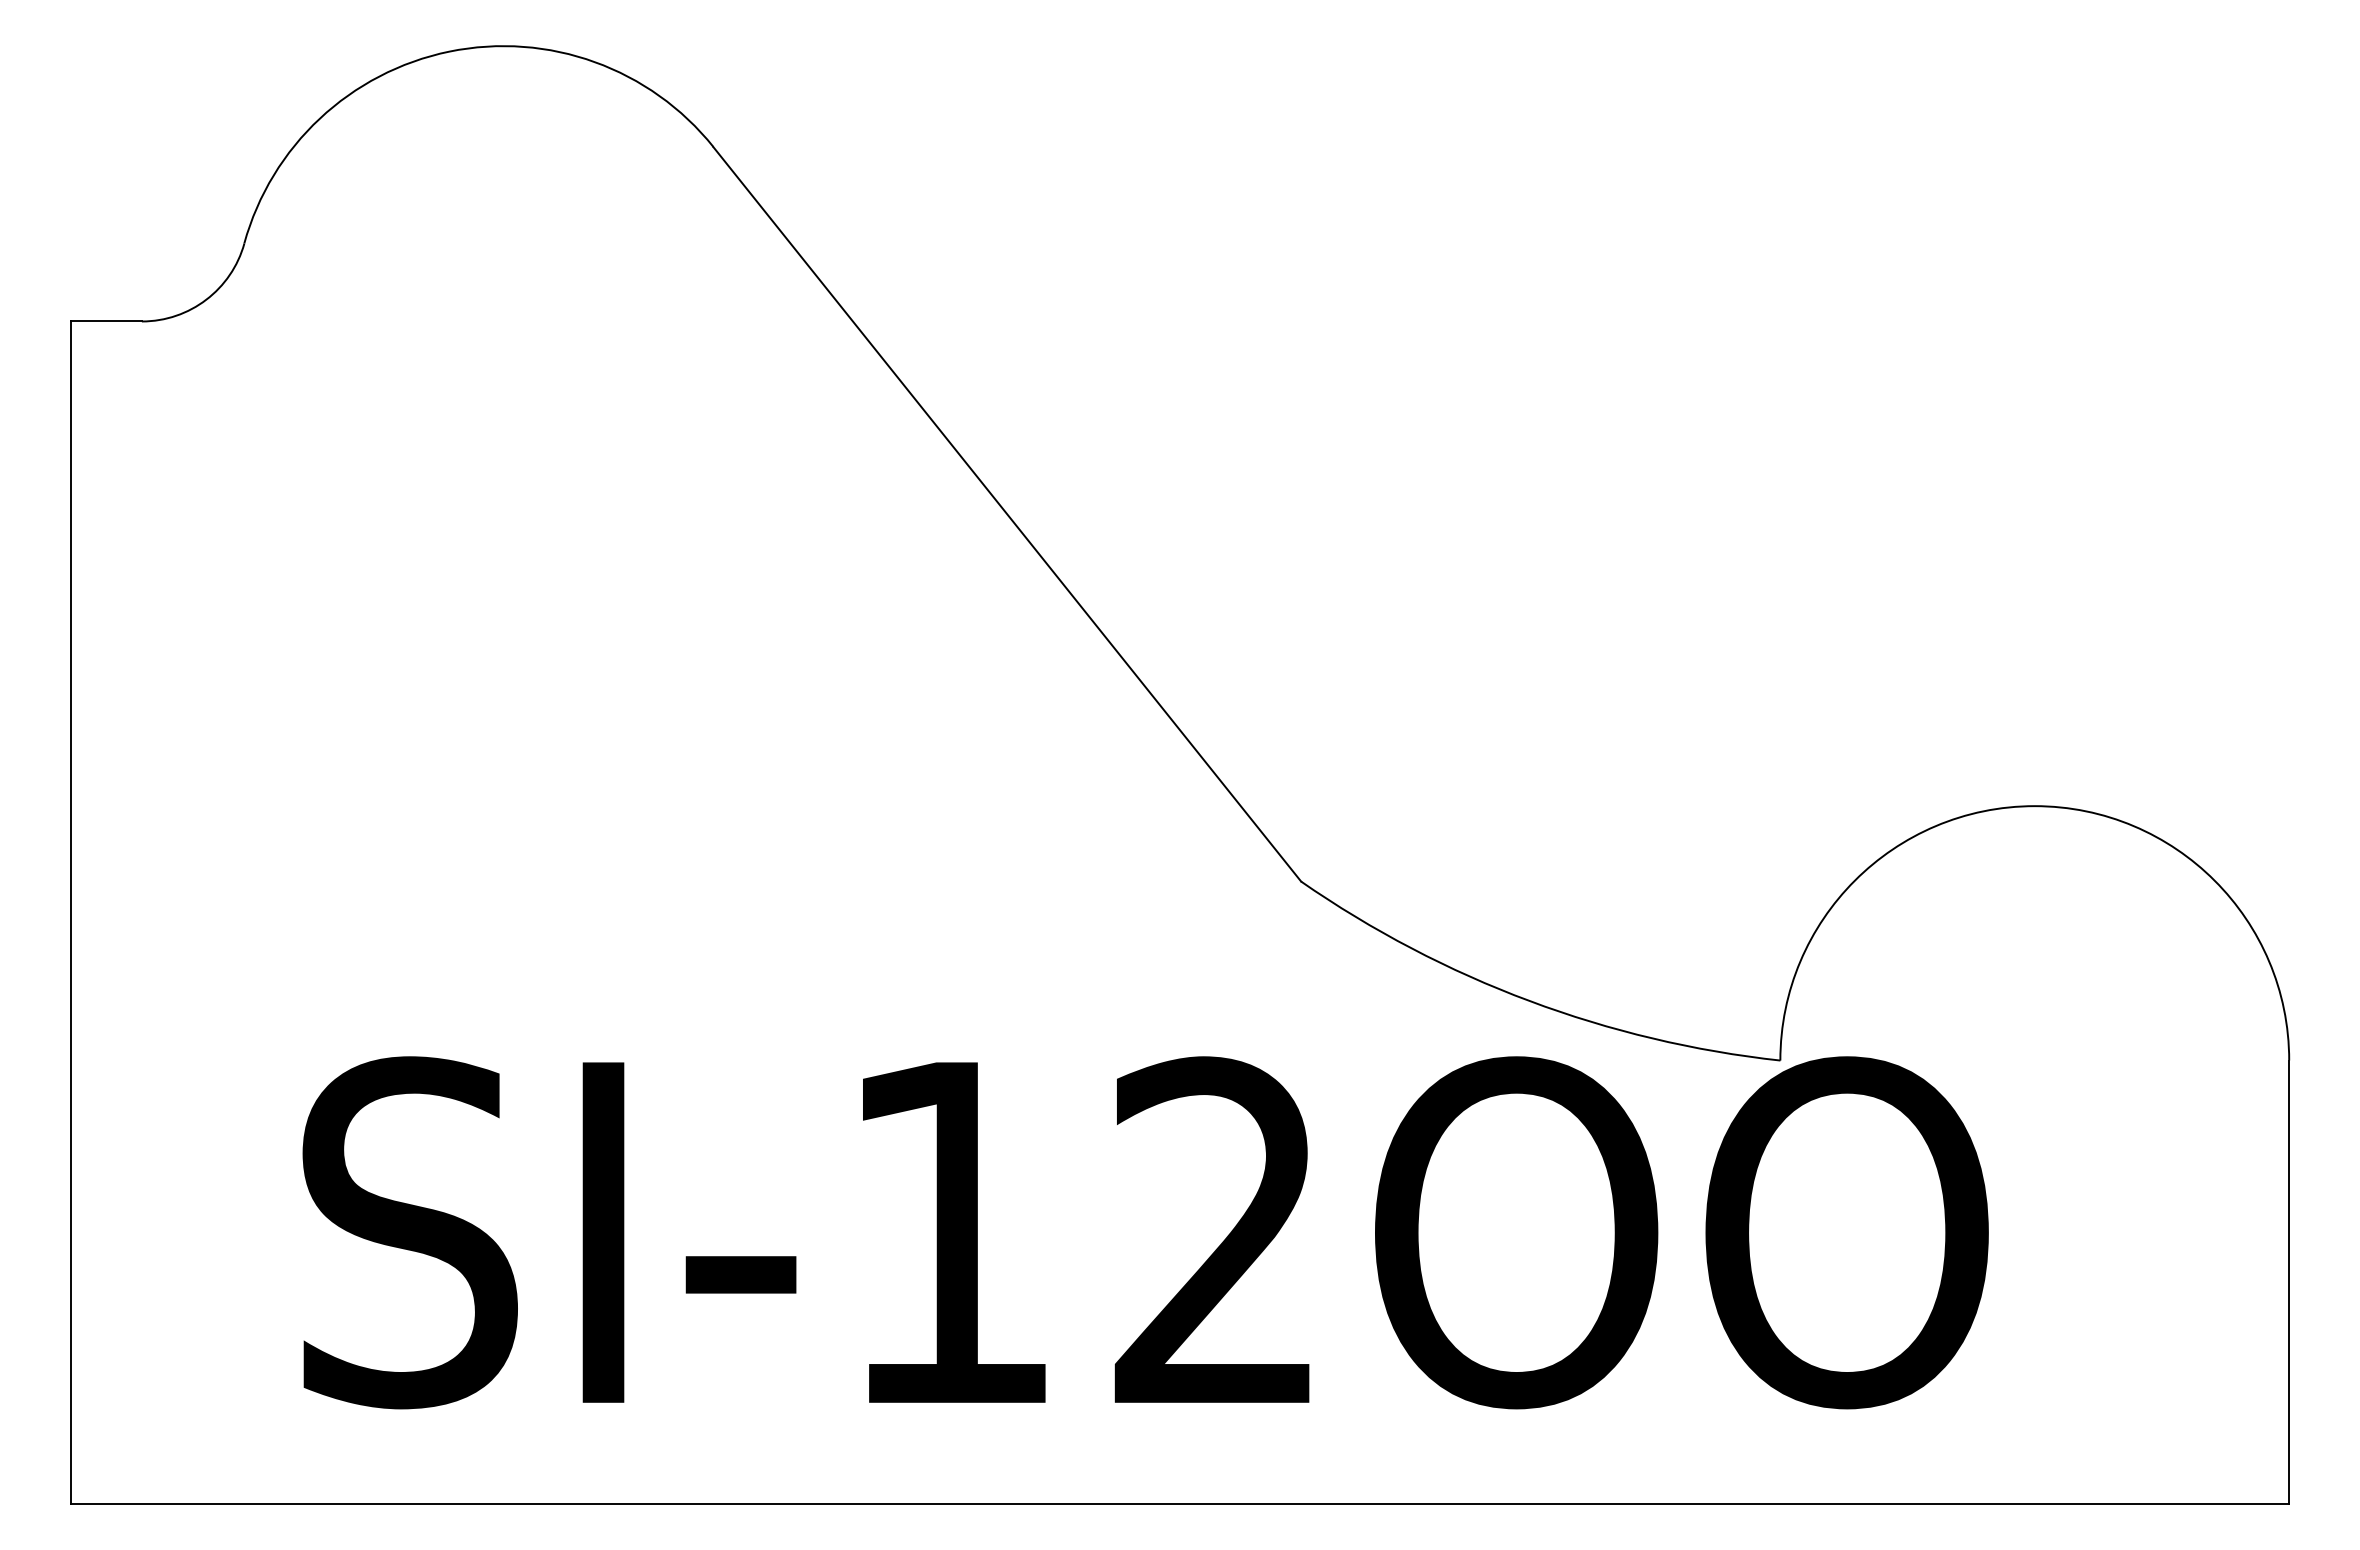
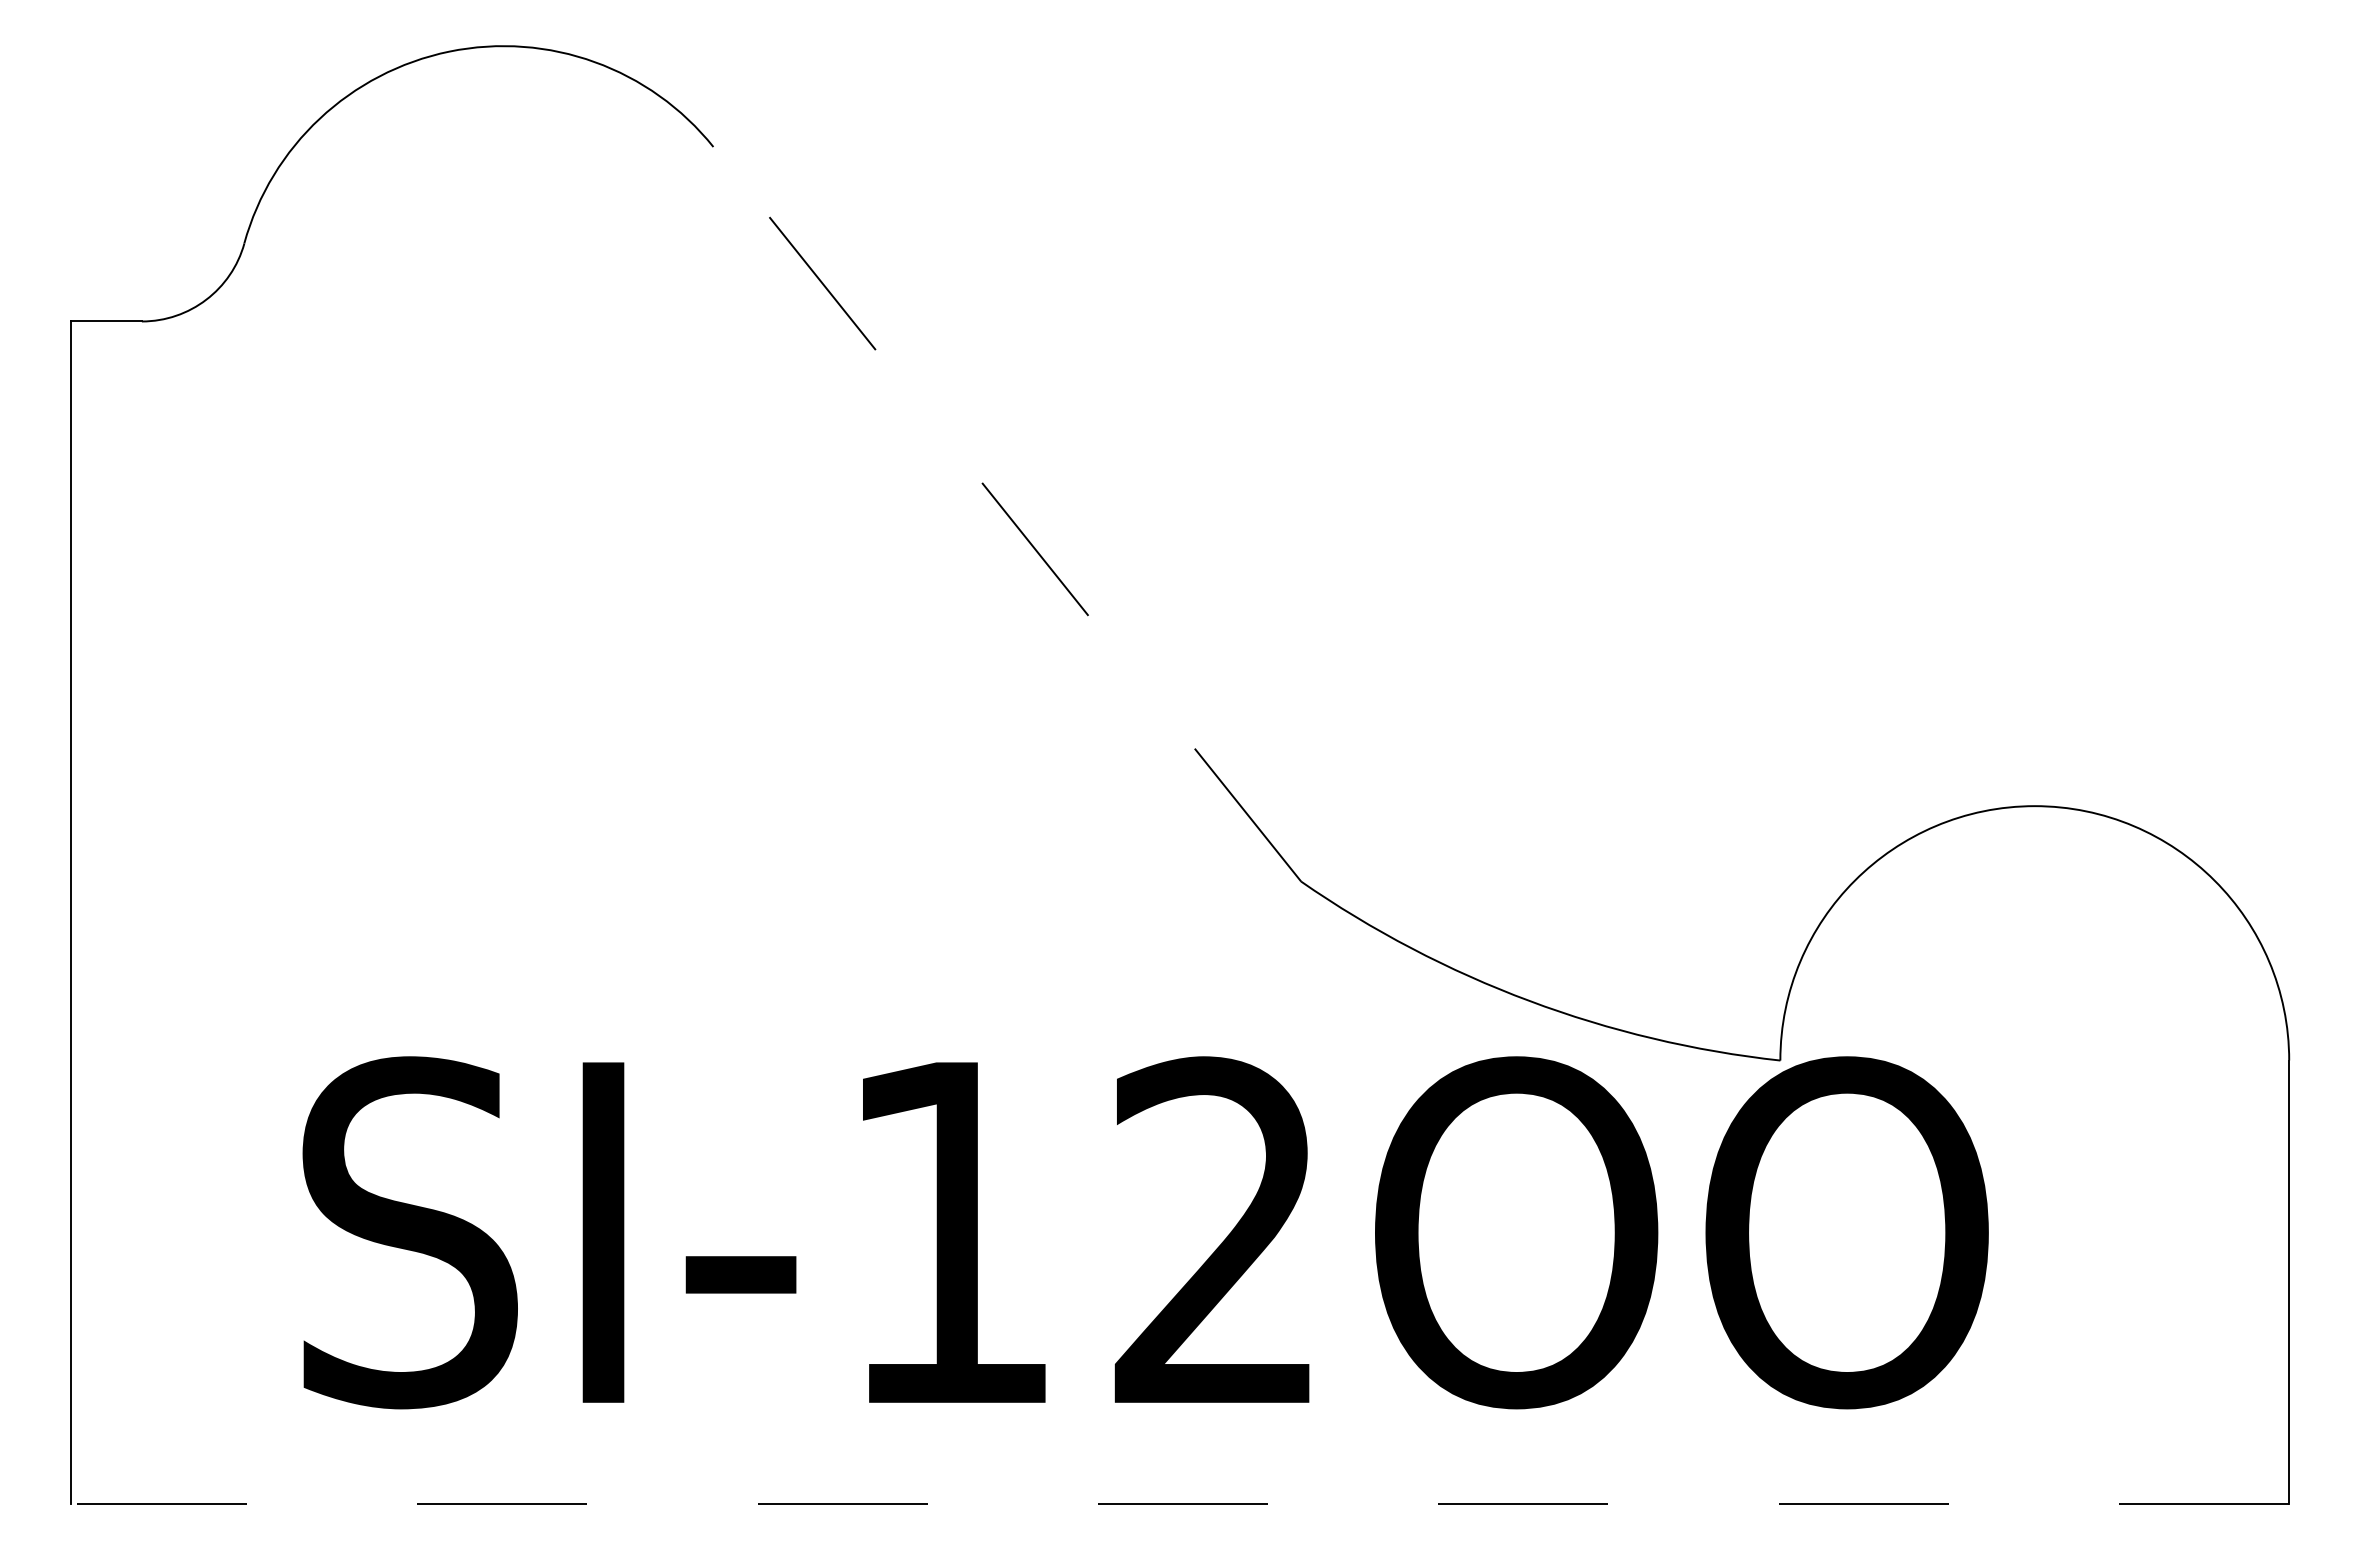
line at (1006, 513): solid -> dashed
line at (1179, 1503): solid -> dashed
